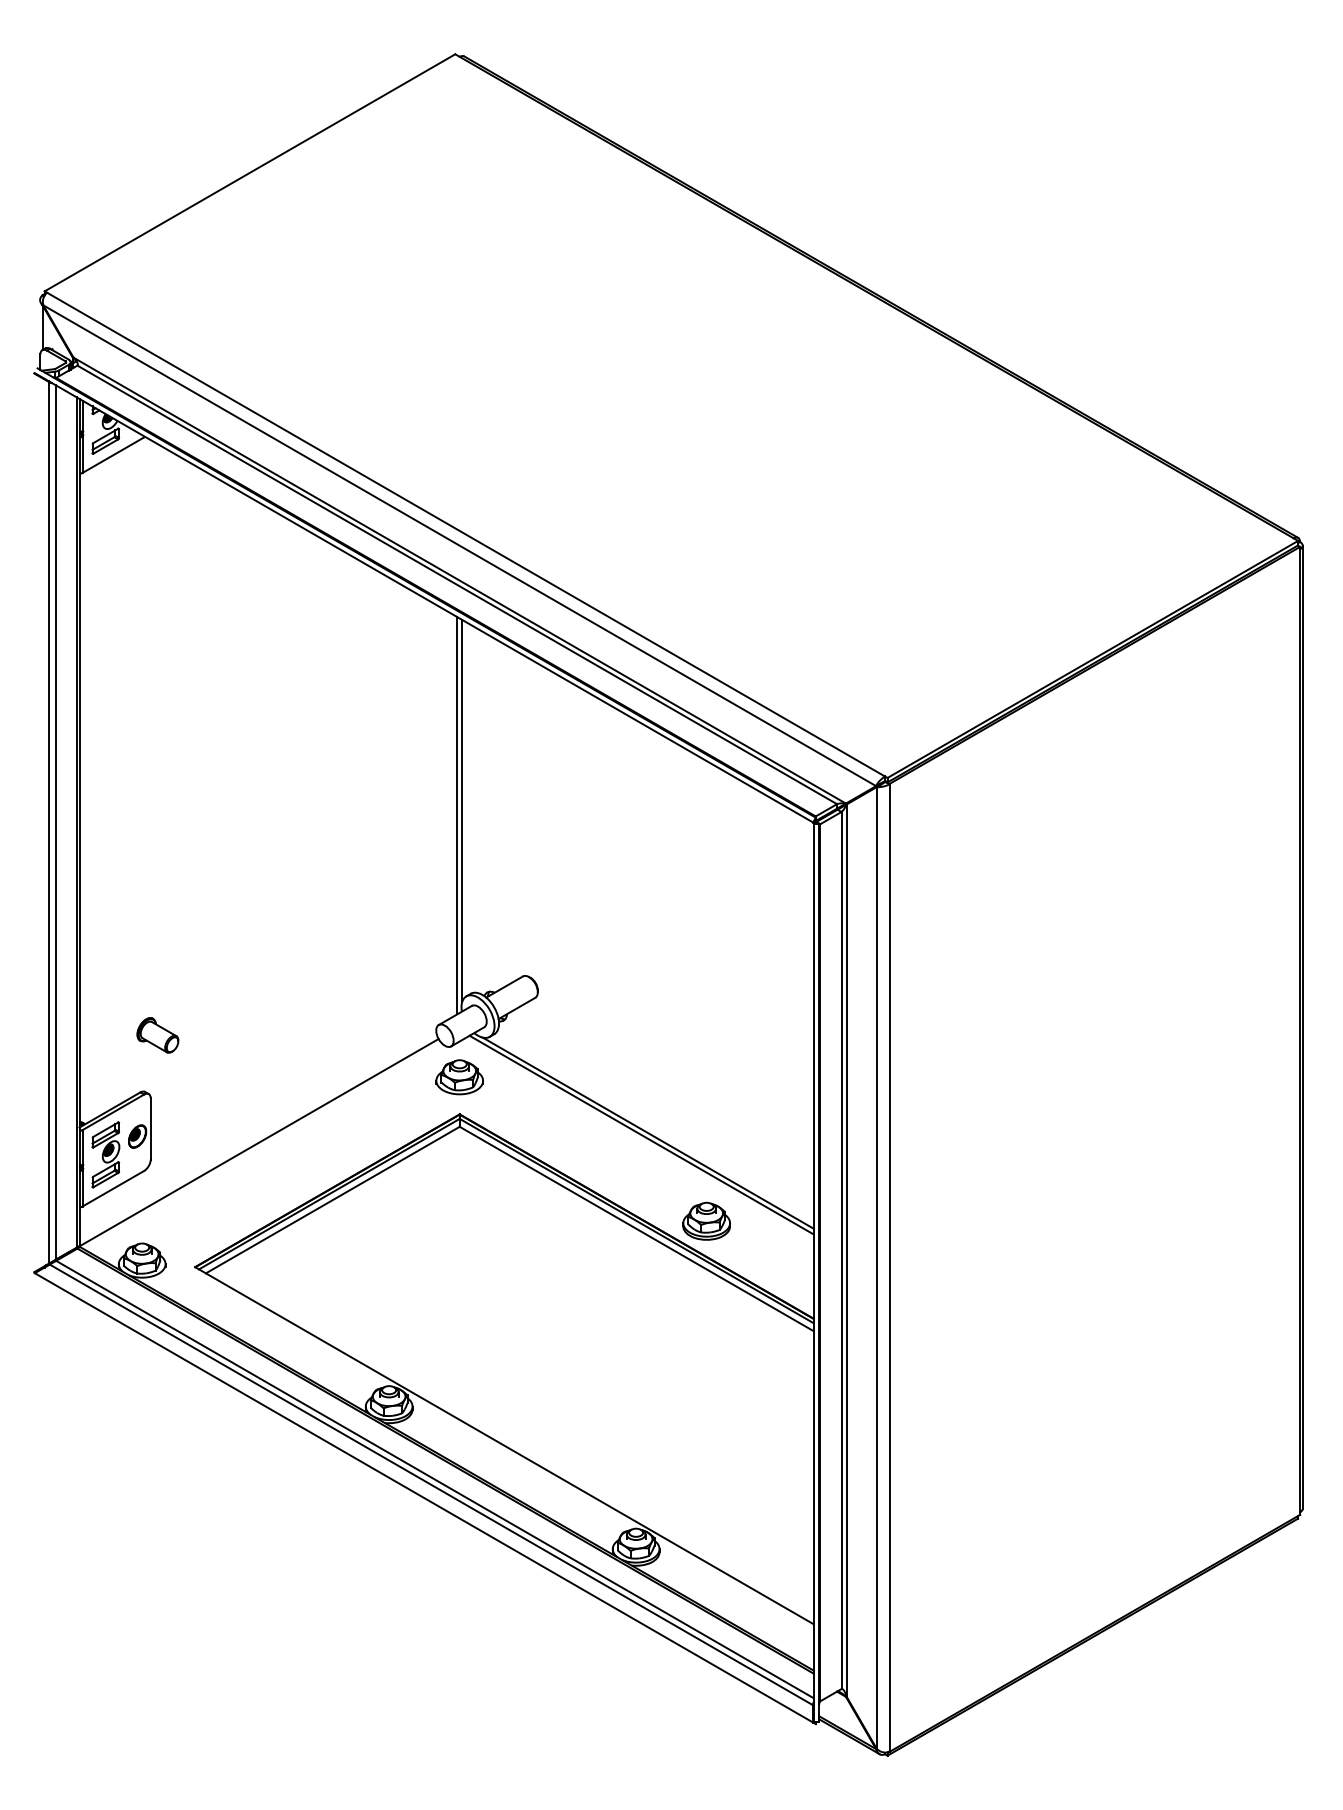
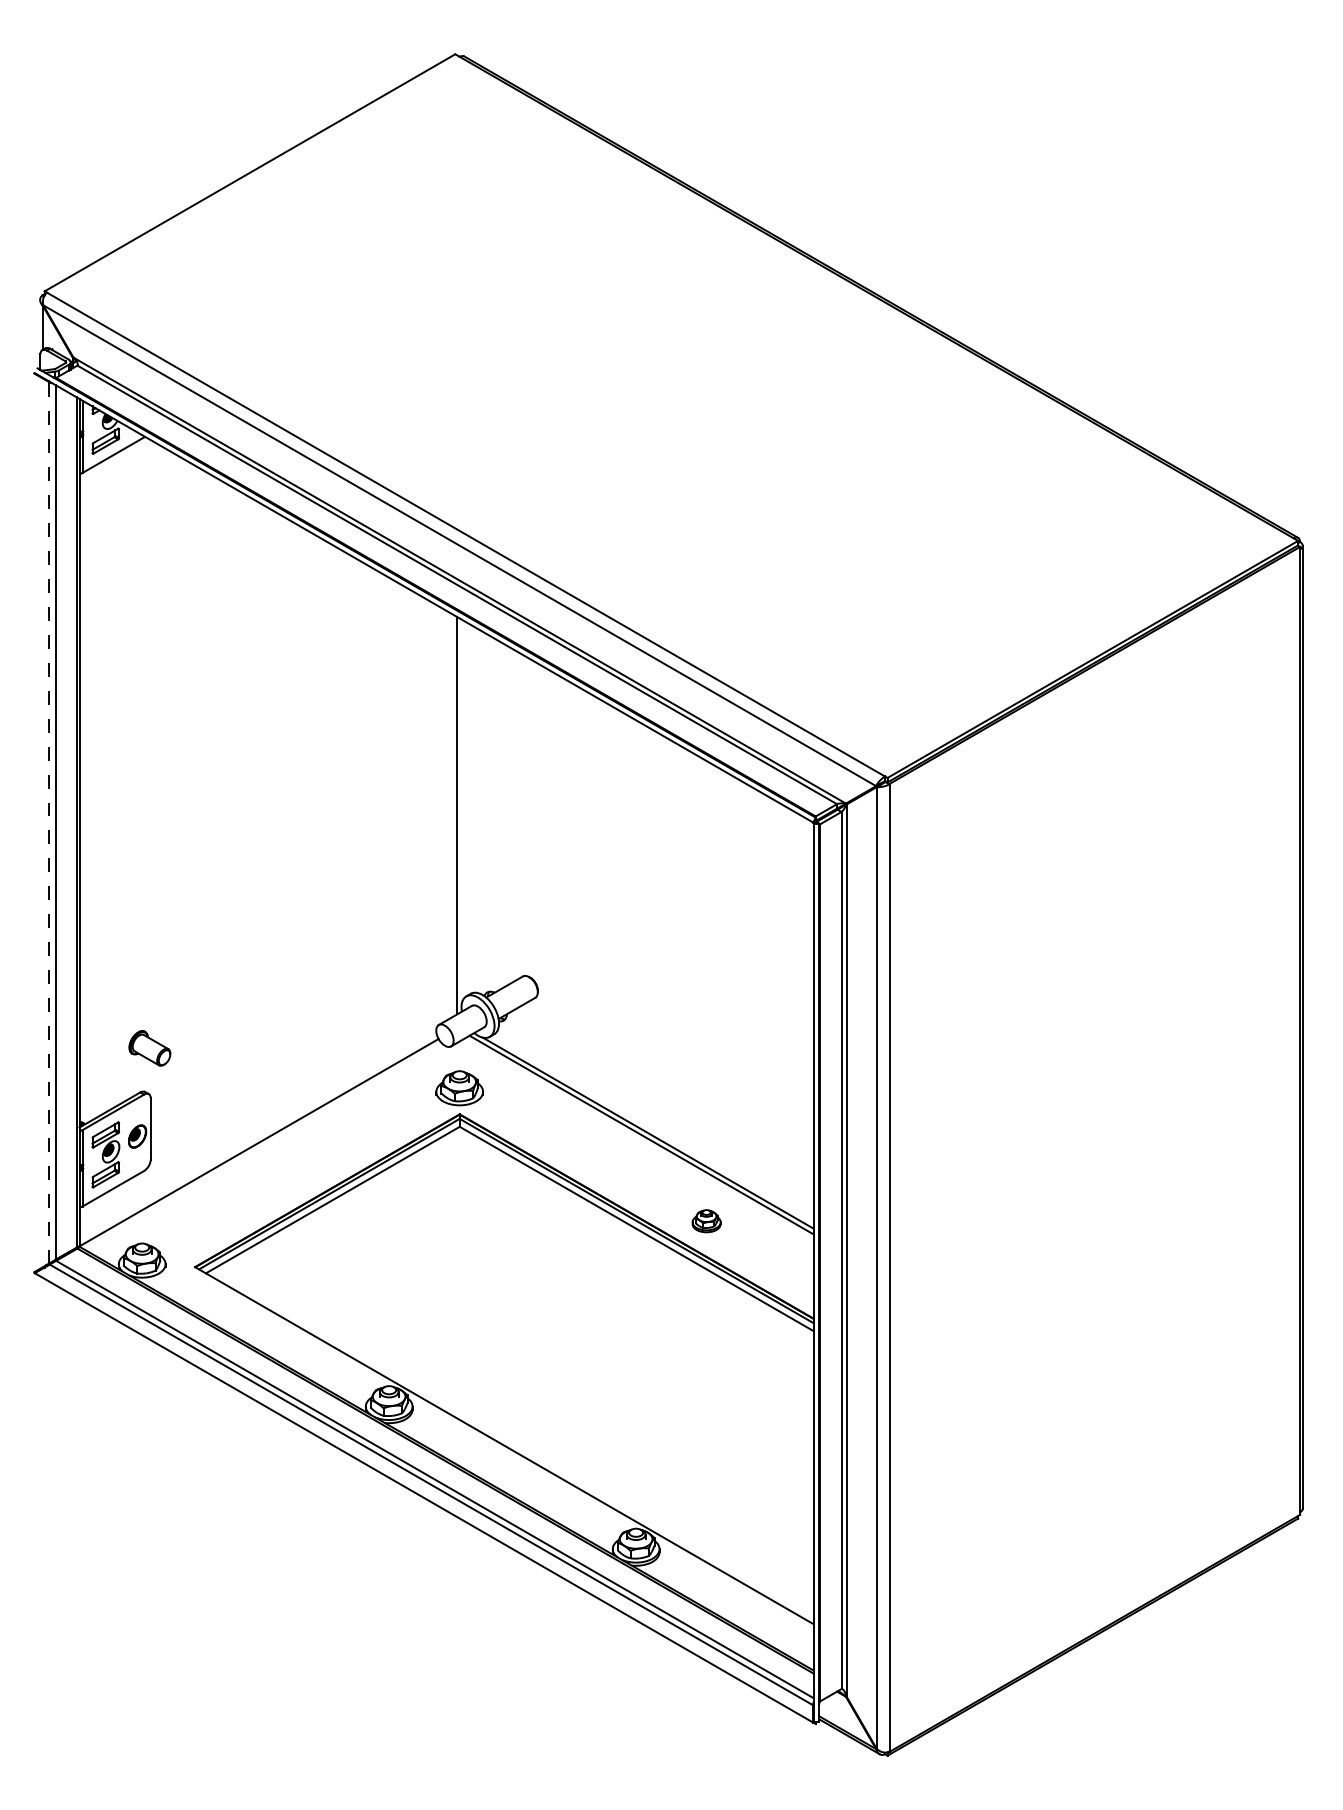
line at (462, 810): present -> none
line at (49, 822): solid -> dashed
part at (157, 1035) position: (157, 1035) -> (149, 1048)
part at (459, 1077) position: (459, 1077) -> (459, 1088)
part at (706, 1220) size: 49x40 px -> 31x25 px
